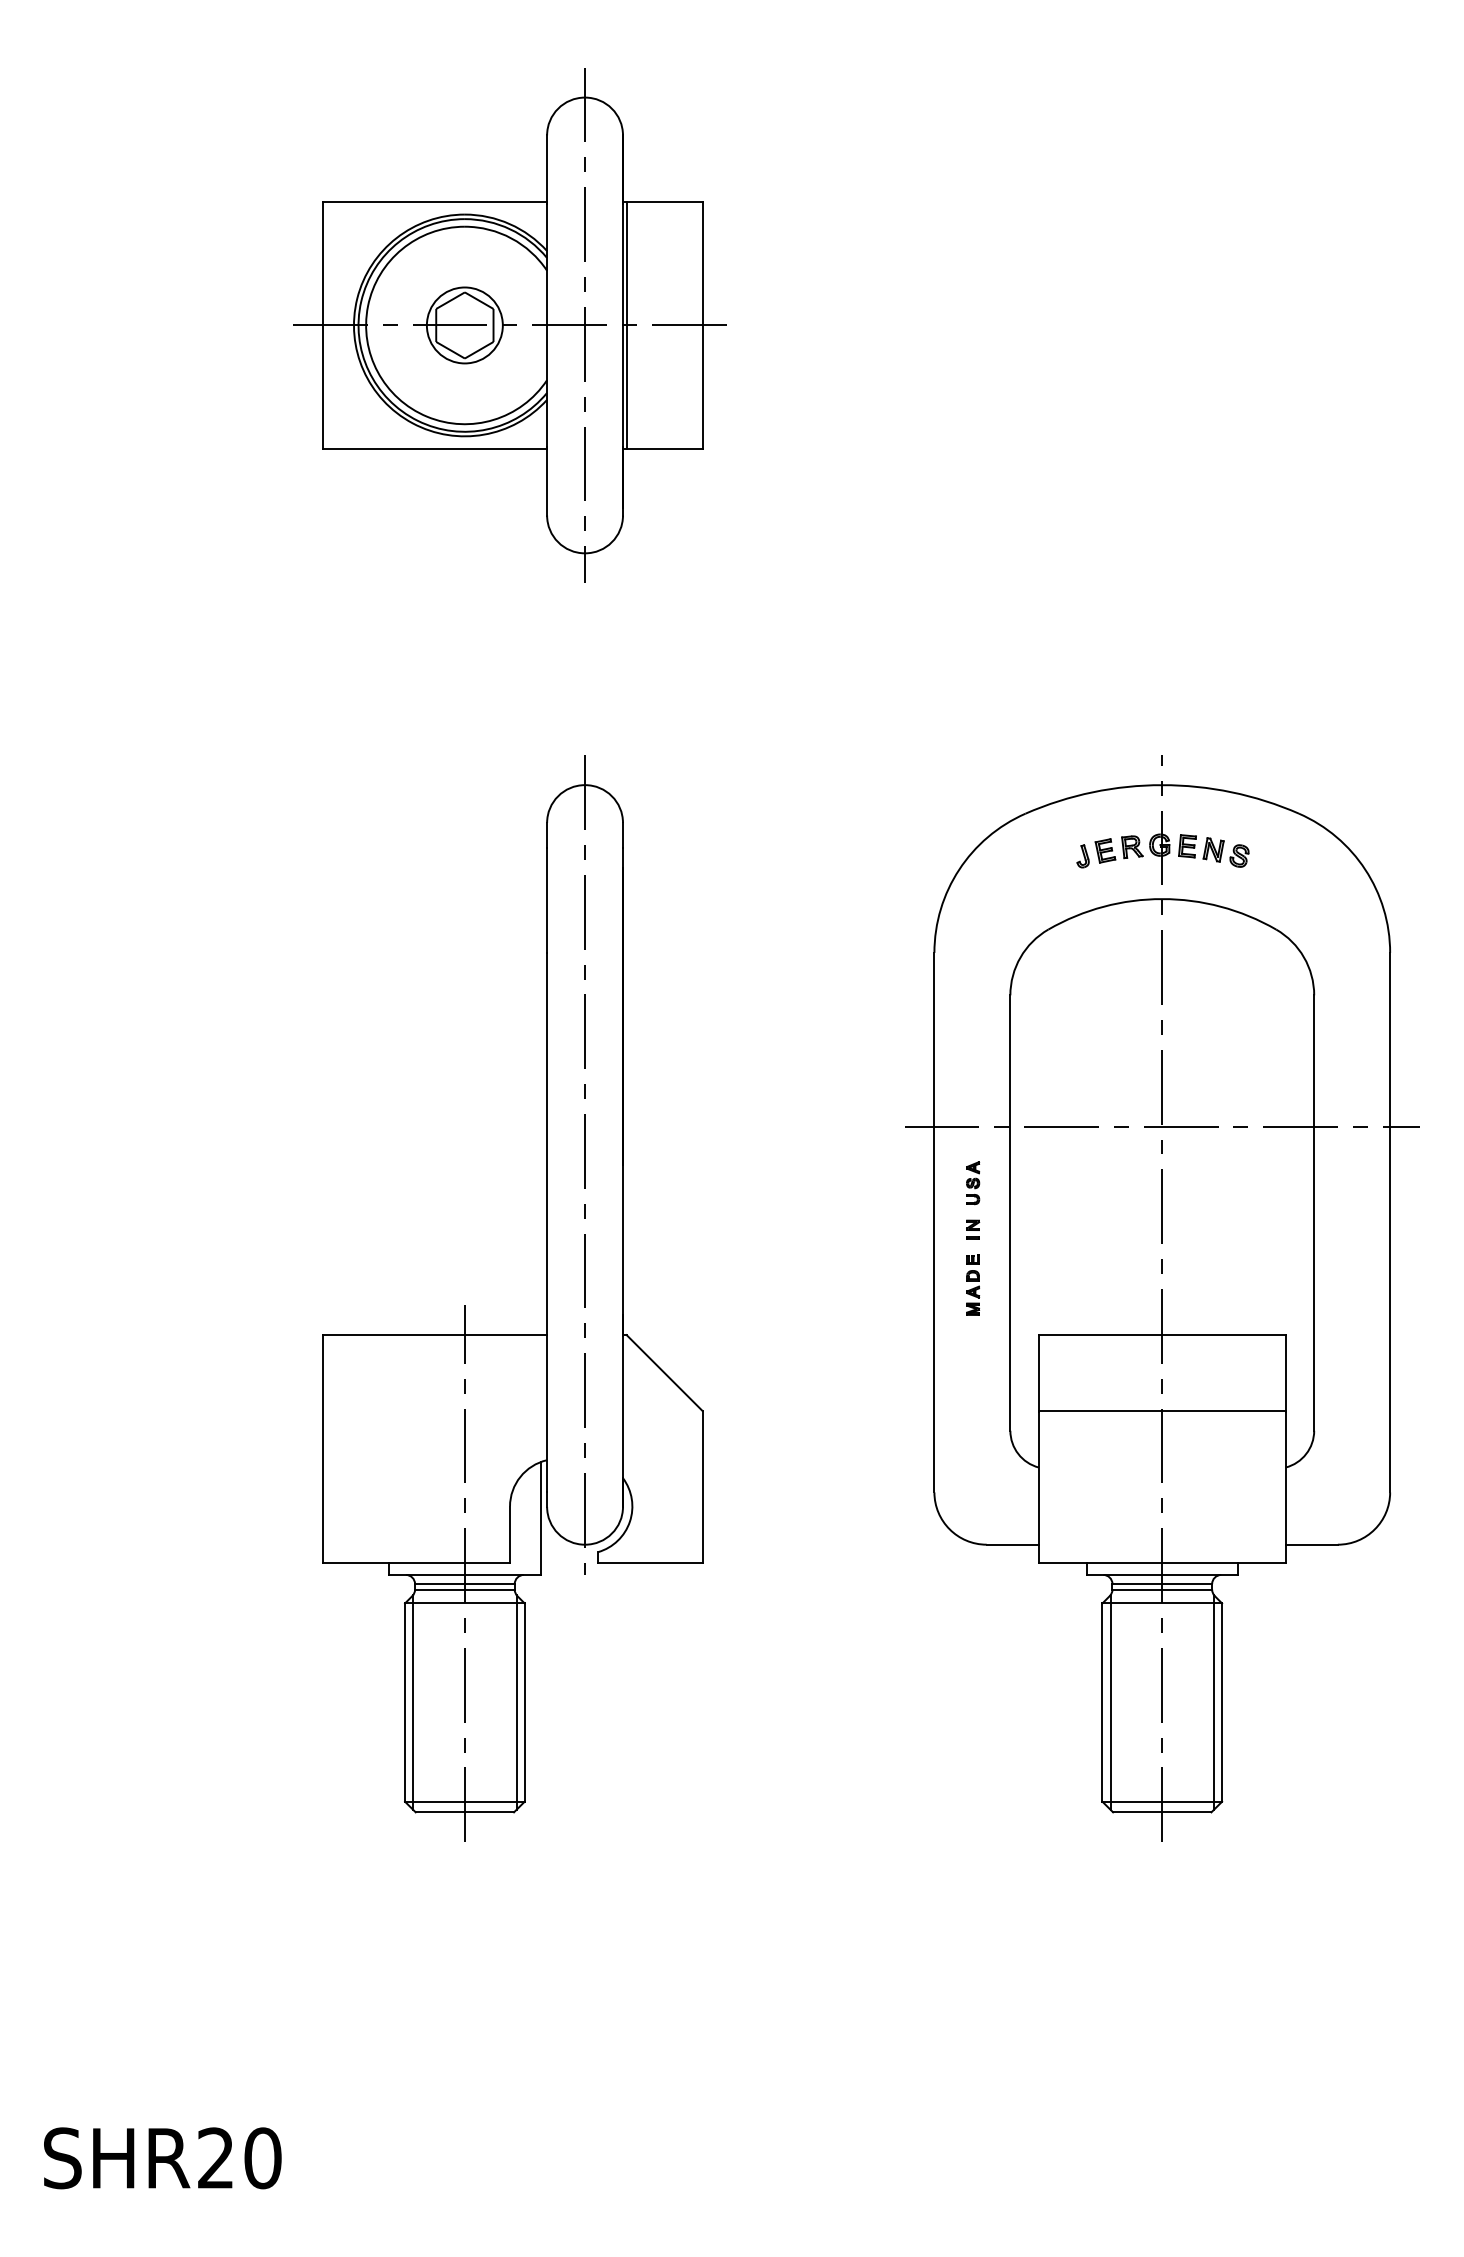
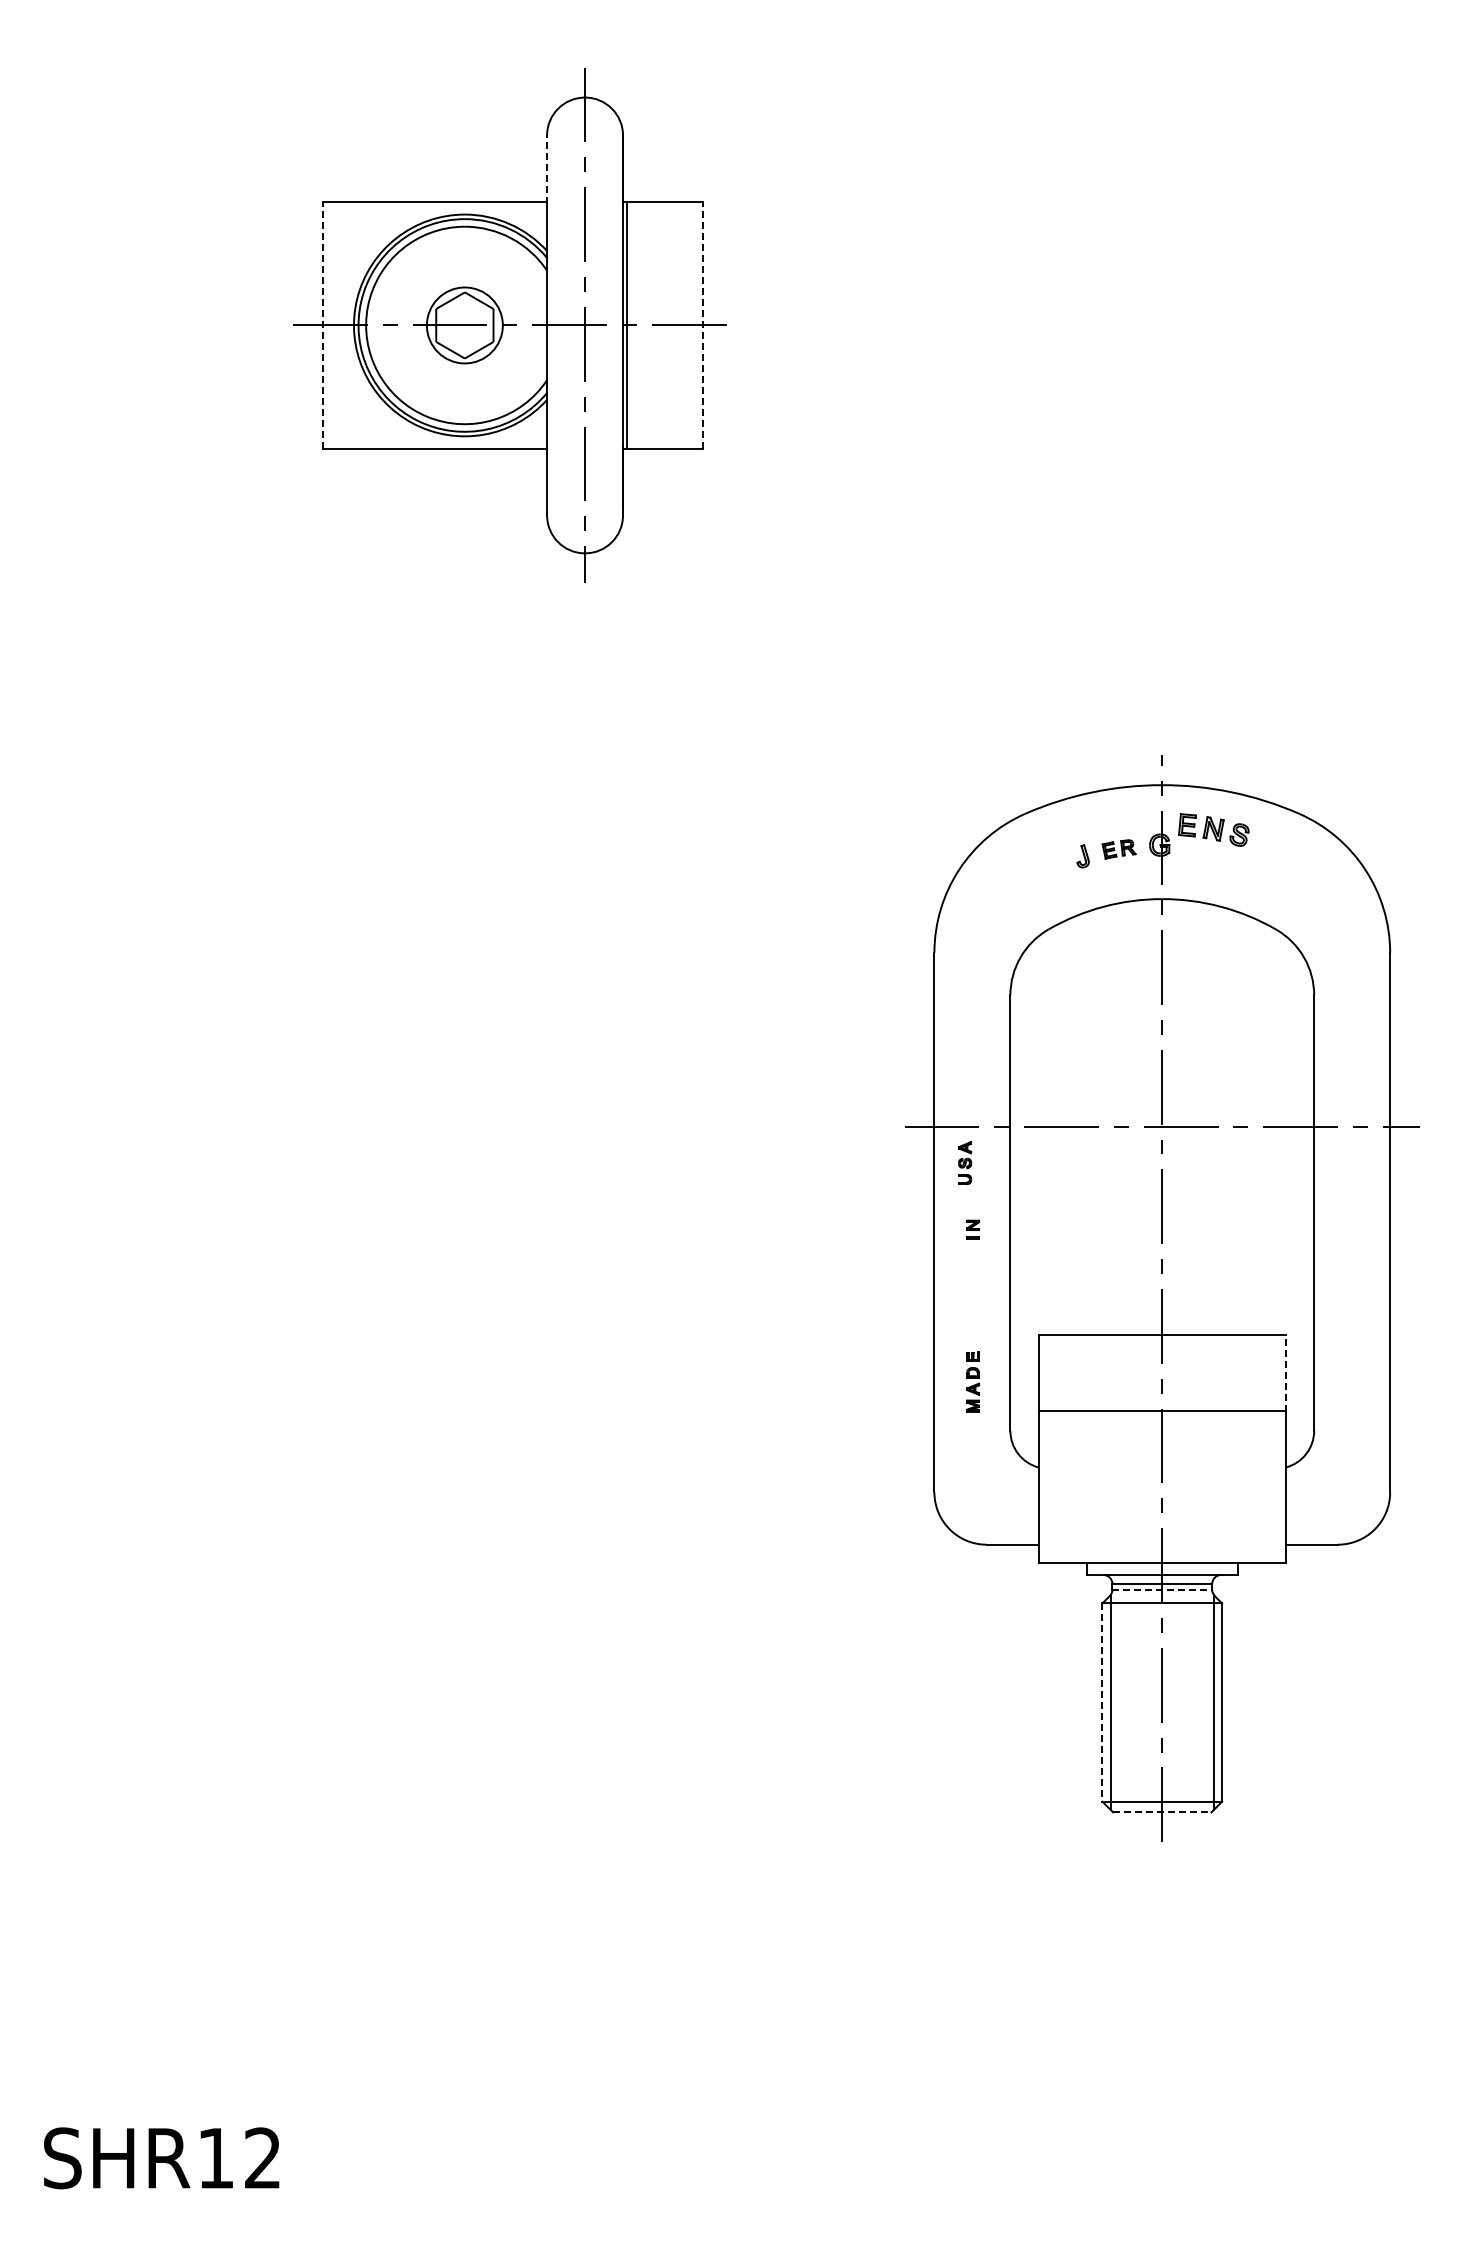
line at (547, 169): solid -> dashed
line at (322, 324): solid -> dashed
line at (702, 324): solid -> dashed
part at (1118, 849) size: 50x29 px -> 36x21 px
part at (1213, 850) position: (1213, 850) -> (1213, 829)
part at (973, 1183) position: (973, 1183) -> (965, 1163)
part at (973, 1284) position: (973, 1284) -> (973, 1381)
part at (546, 1298): present -> none
line at (1285, 1373): solid -> dashed
line at (1162, 1589): solid -> dashed
line at (1102, 1703): solid -> dashed
line at (1162, 1812): solid -> dashed
text at (239, 2158): SHR20 -> SHR12
